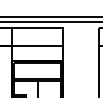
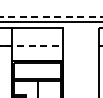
line at (51, 17): solid -> dashed
line at (32, 46): solid -> dashed
